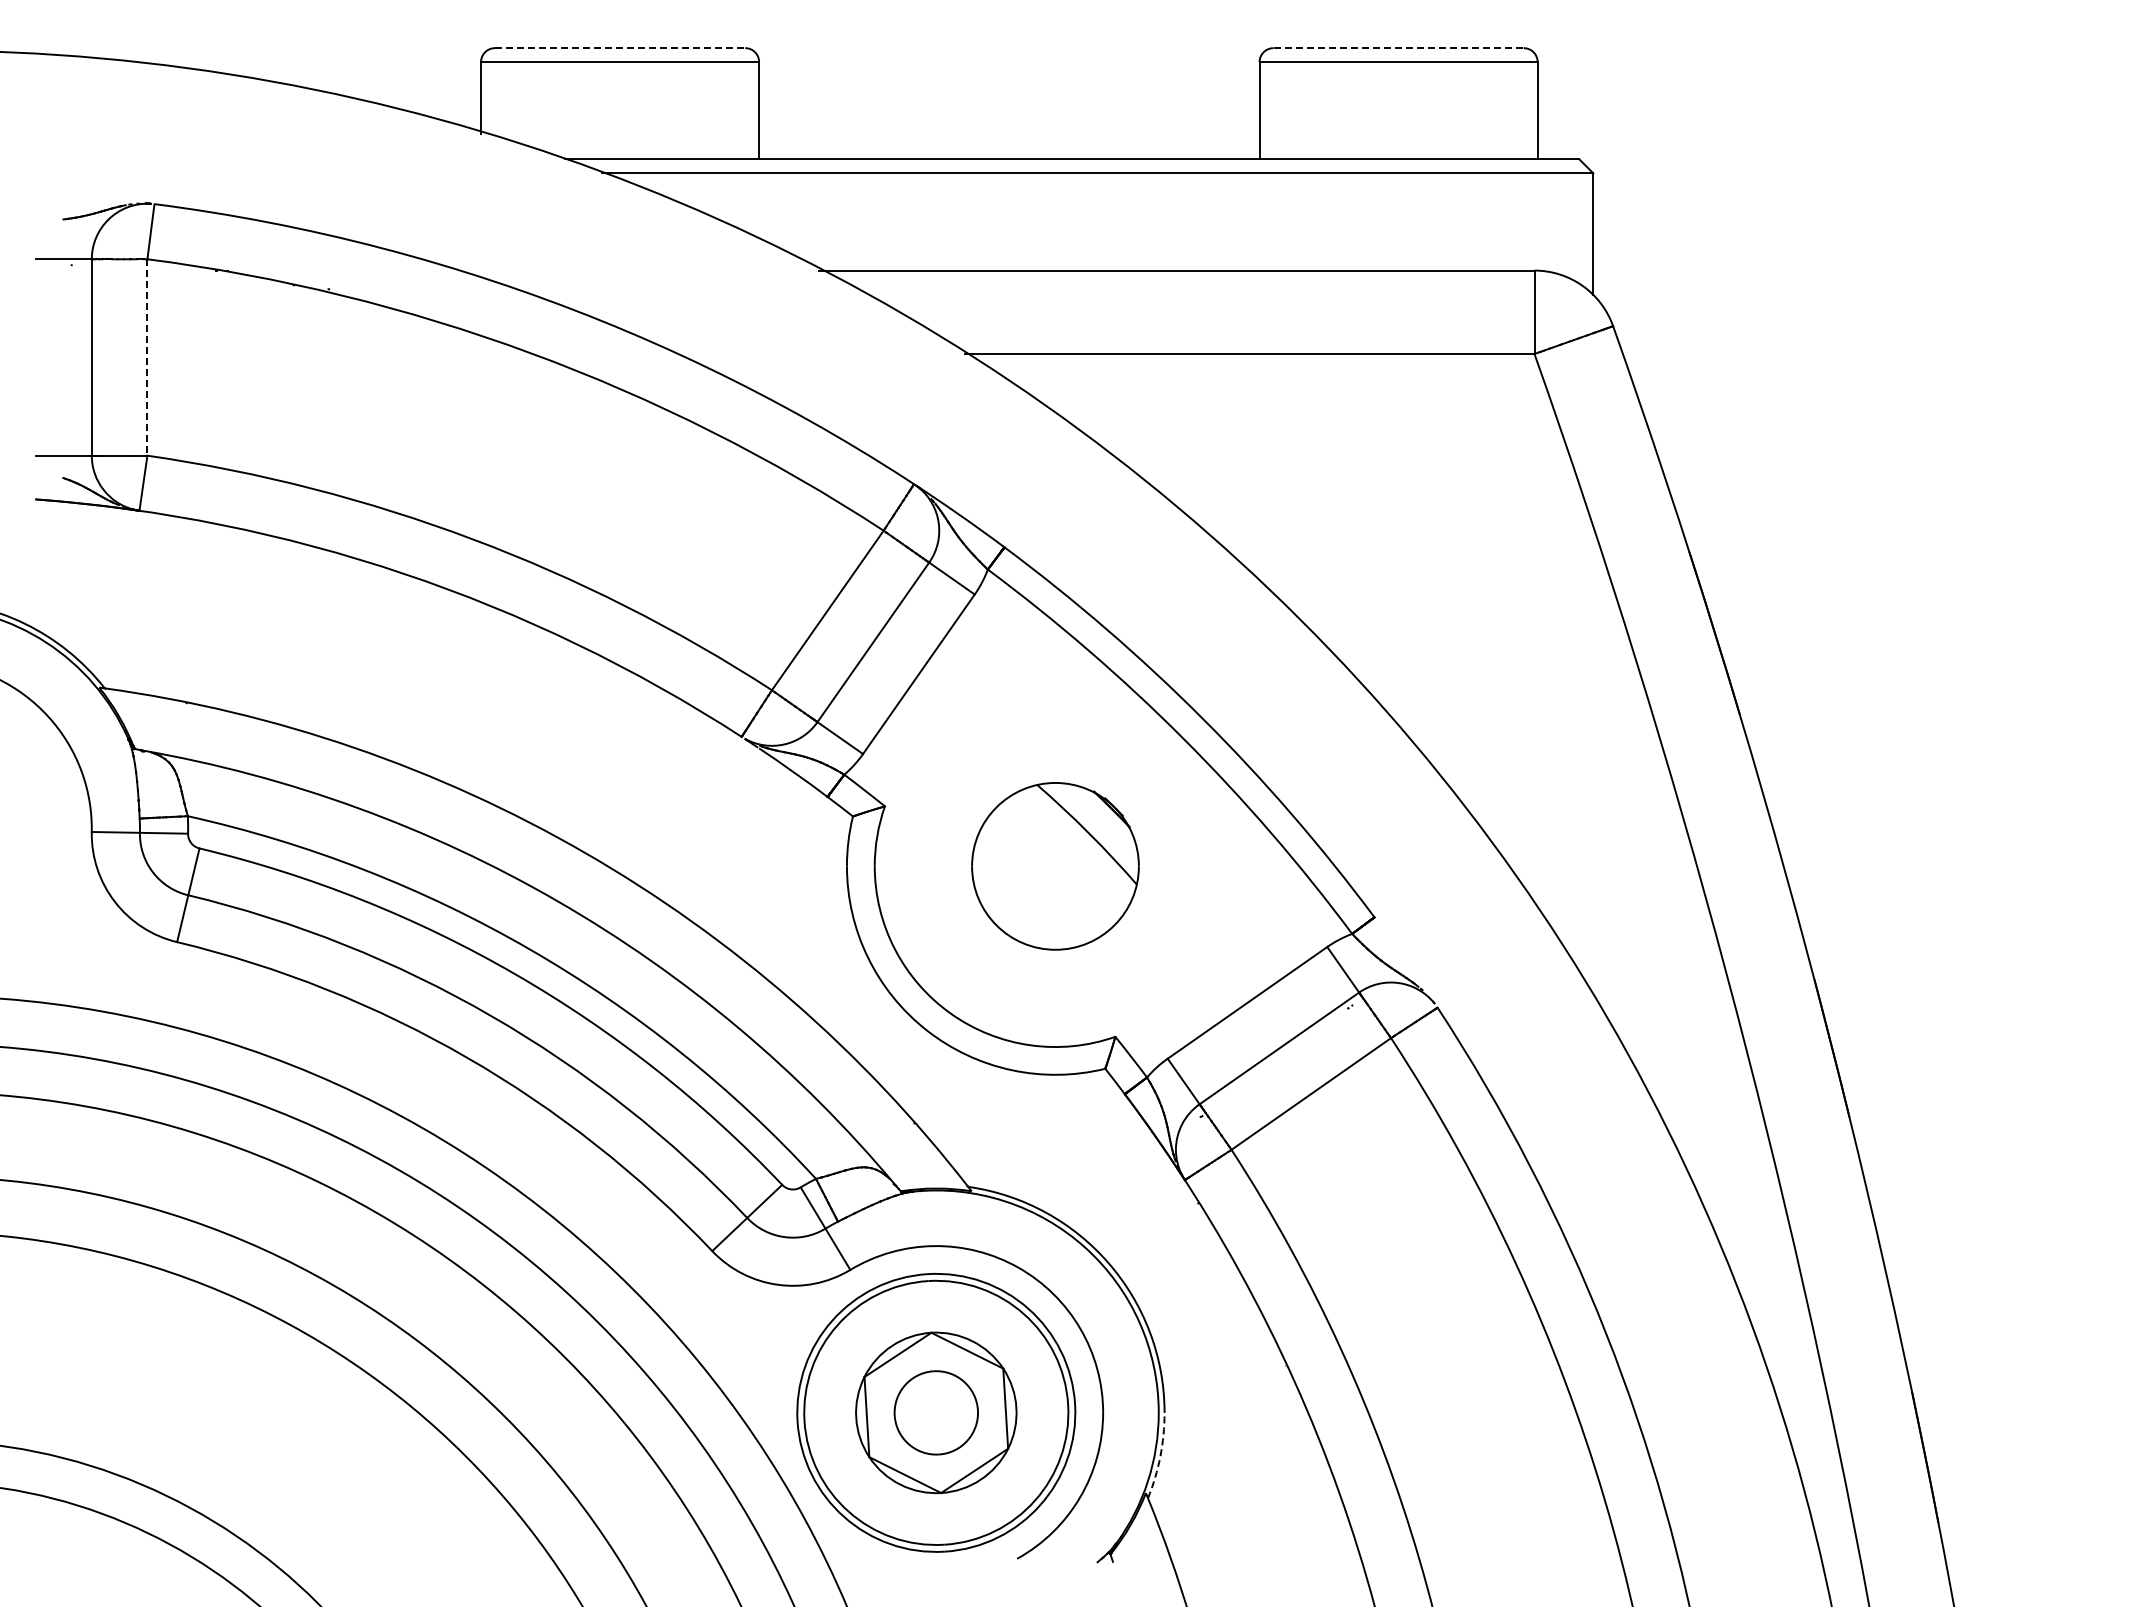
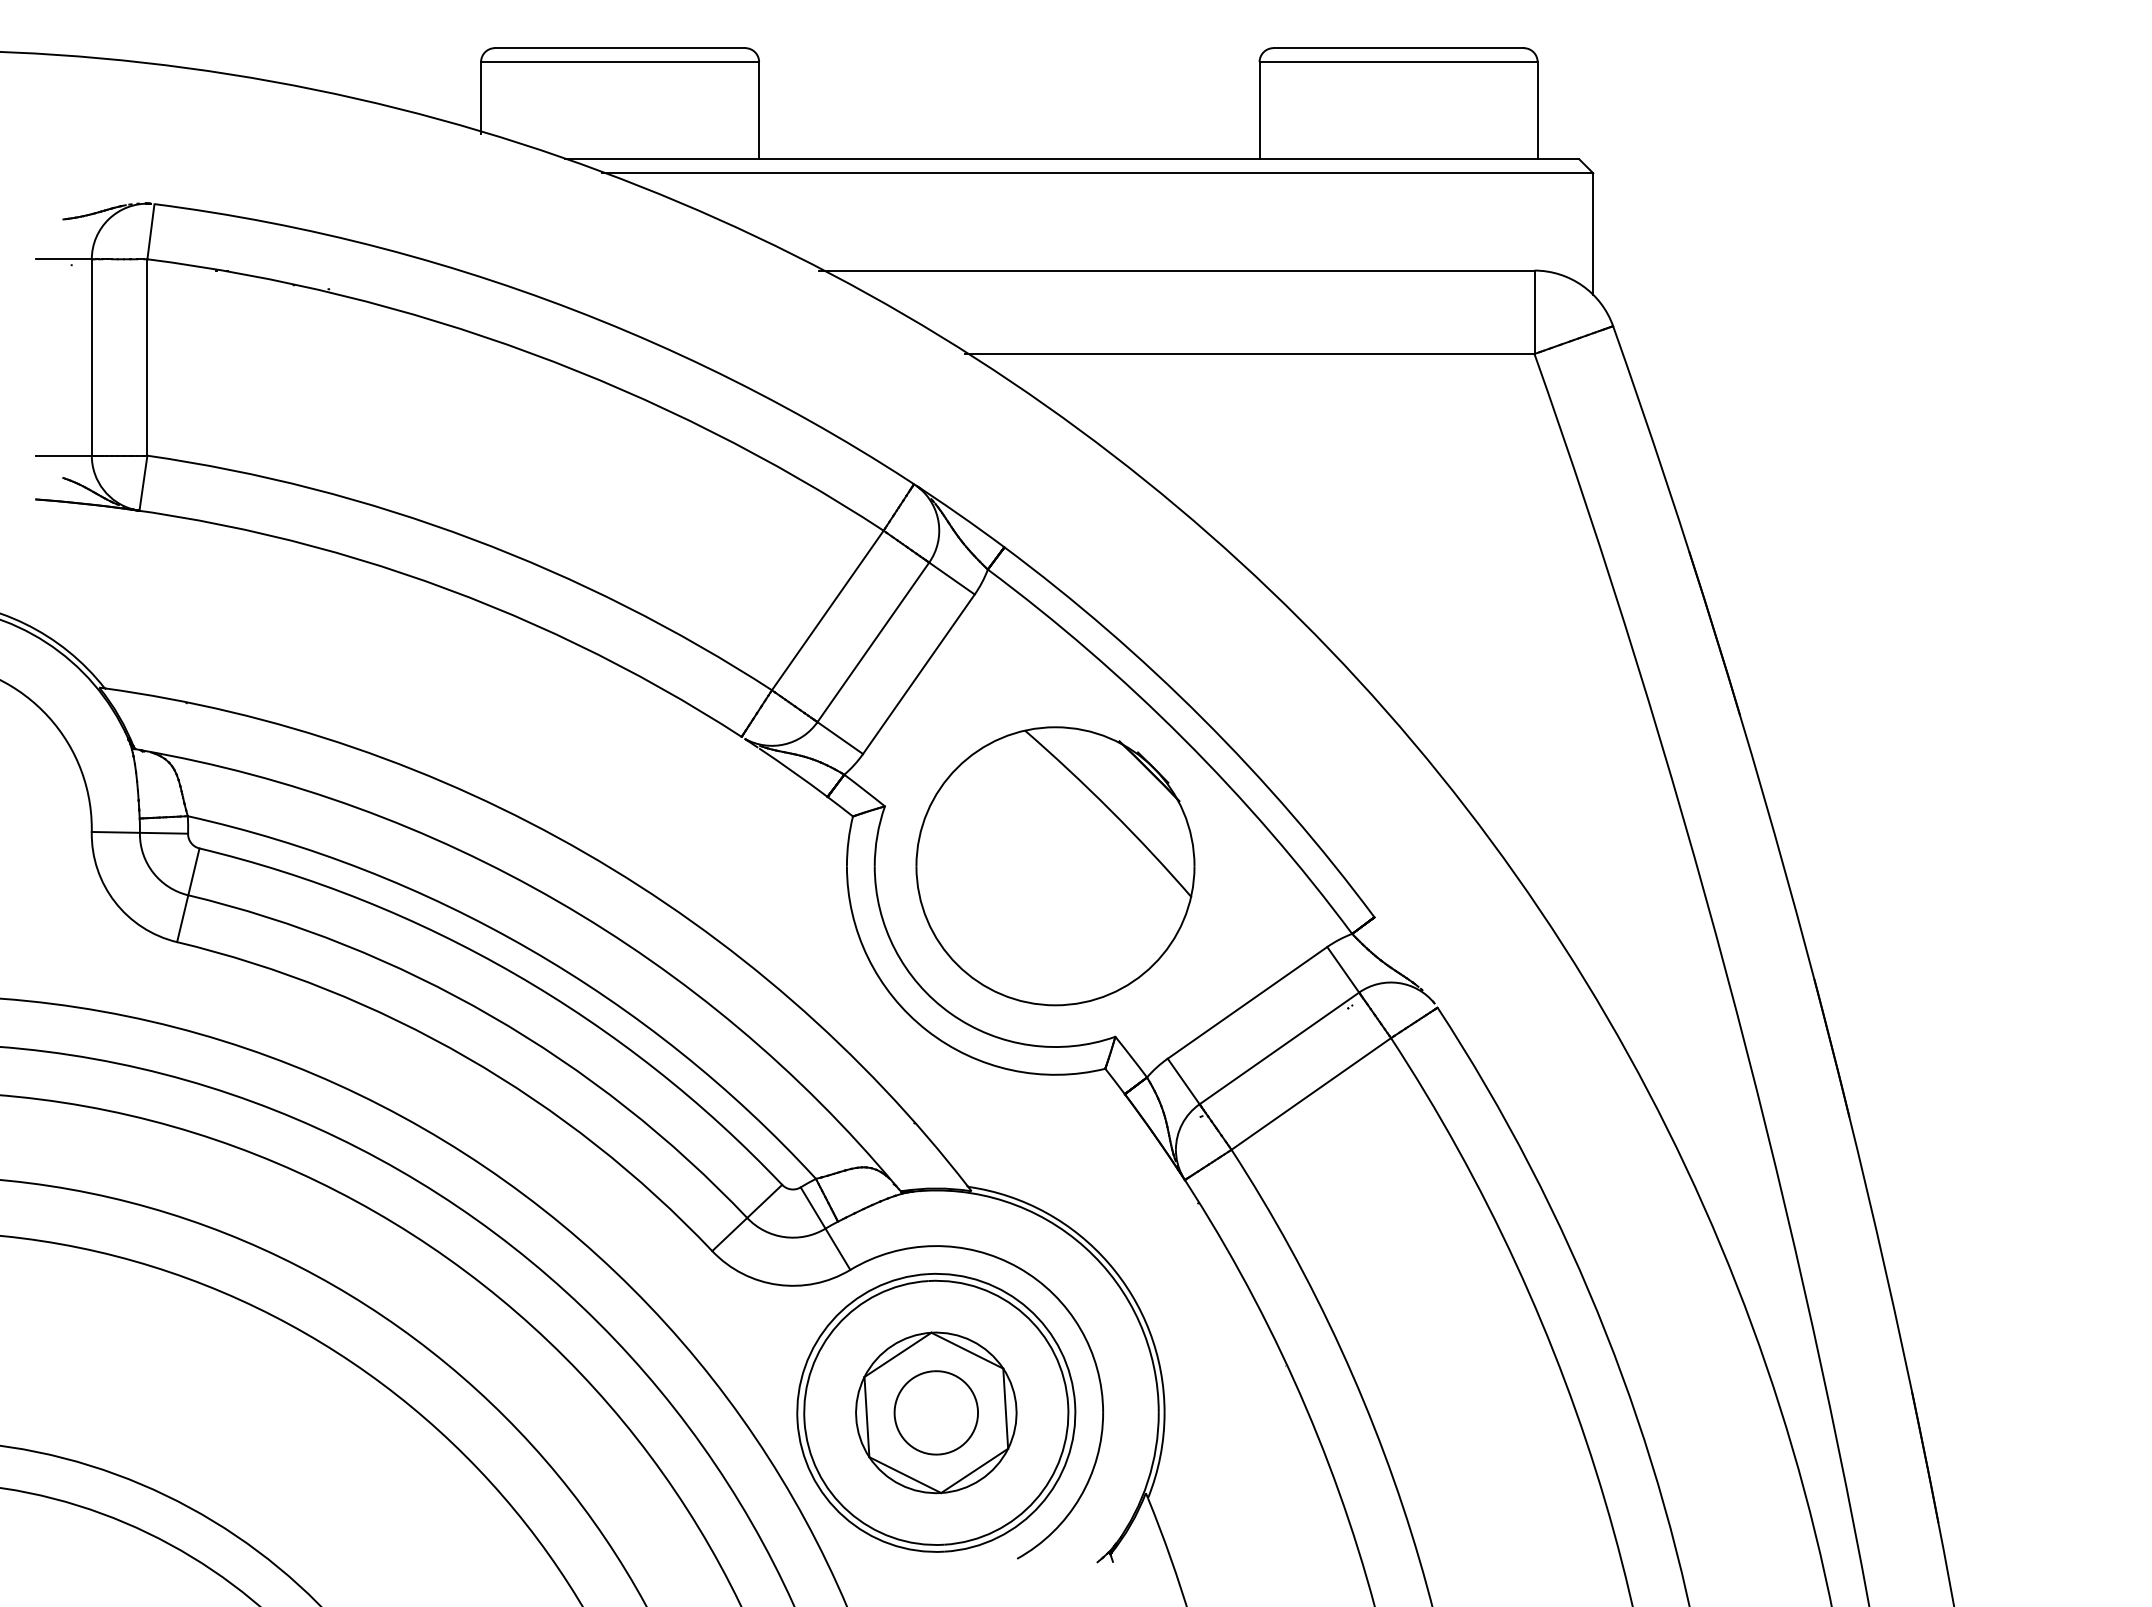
line at (620, 48): dashed -> solid
line at (1399, 48): dashed -> solid
line at (147, 358): dashed -> solid
part at (1055, 866) size: 169x169 px -> 281x281 px
arc at (1160, 1456): dashed -> solid
